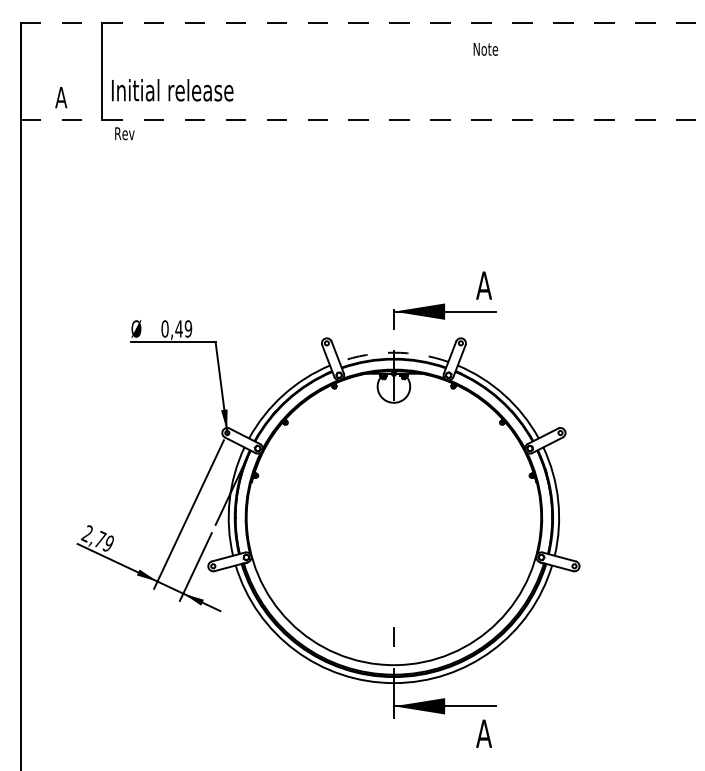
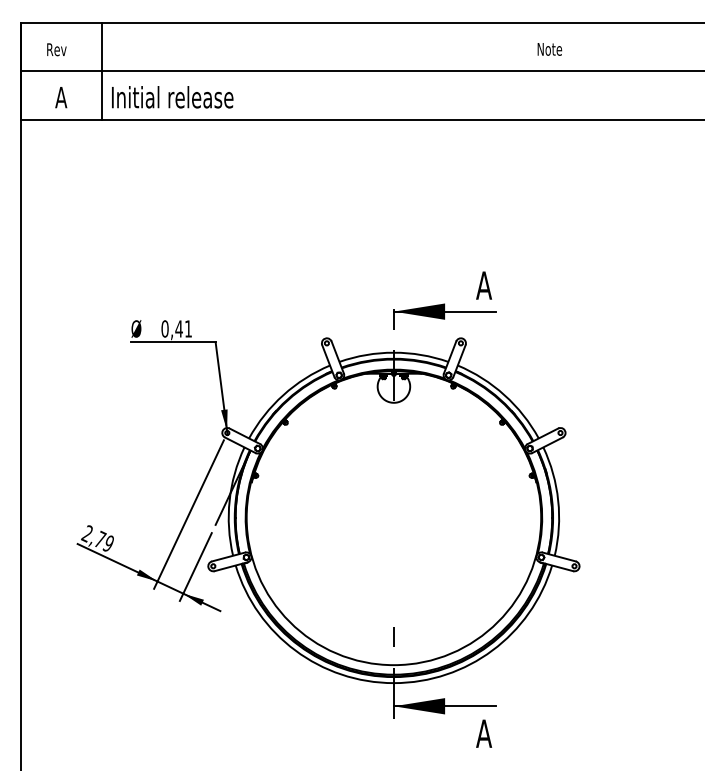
line at (362, 23): dashed -> solid
text at (485, 49) position: (485, 49) -> (549, 49)
line at (360, 71): none -> present
text at (172, 90) position: (172, 90) -> (172, 97)
line at (362, 119): dashed -> solid
text at (124, 133) position: (124, 133) -> (56, 49)
text at (188, 328): 0,49 -> 0,41
arc at (393, 352): dashed -> solid
